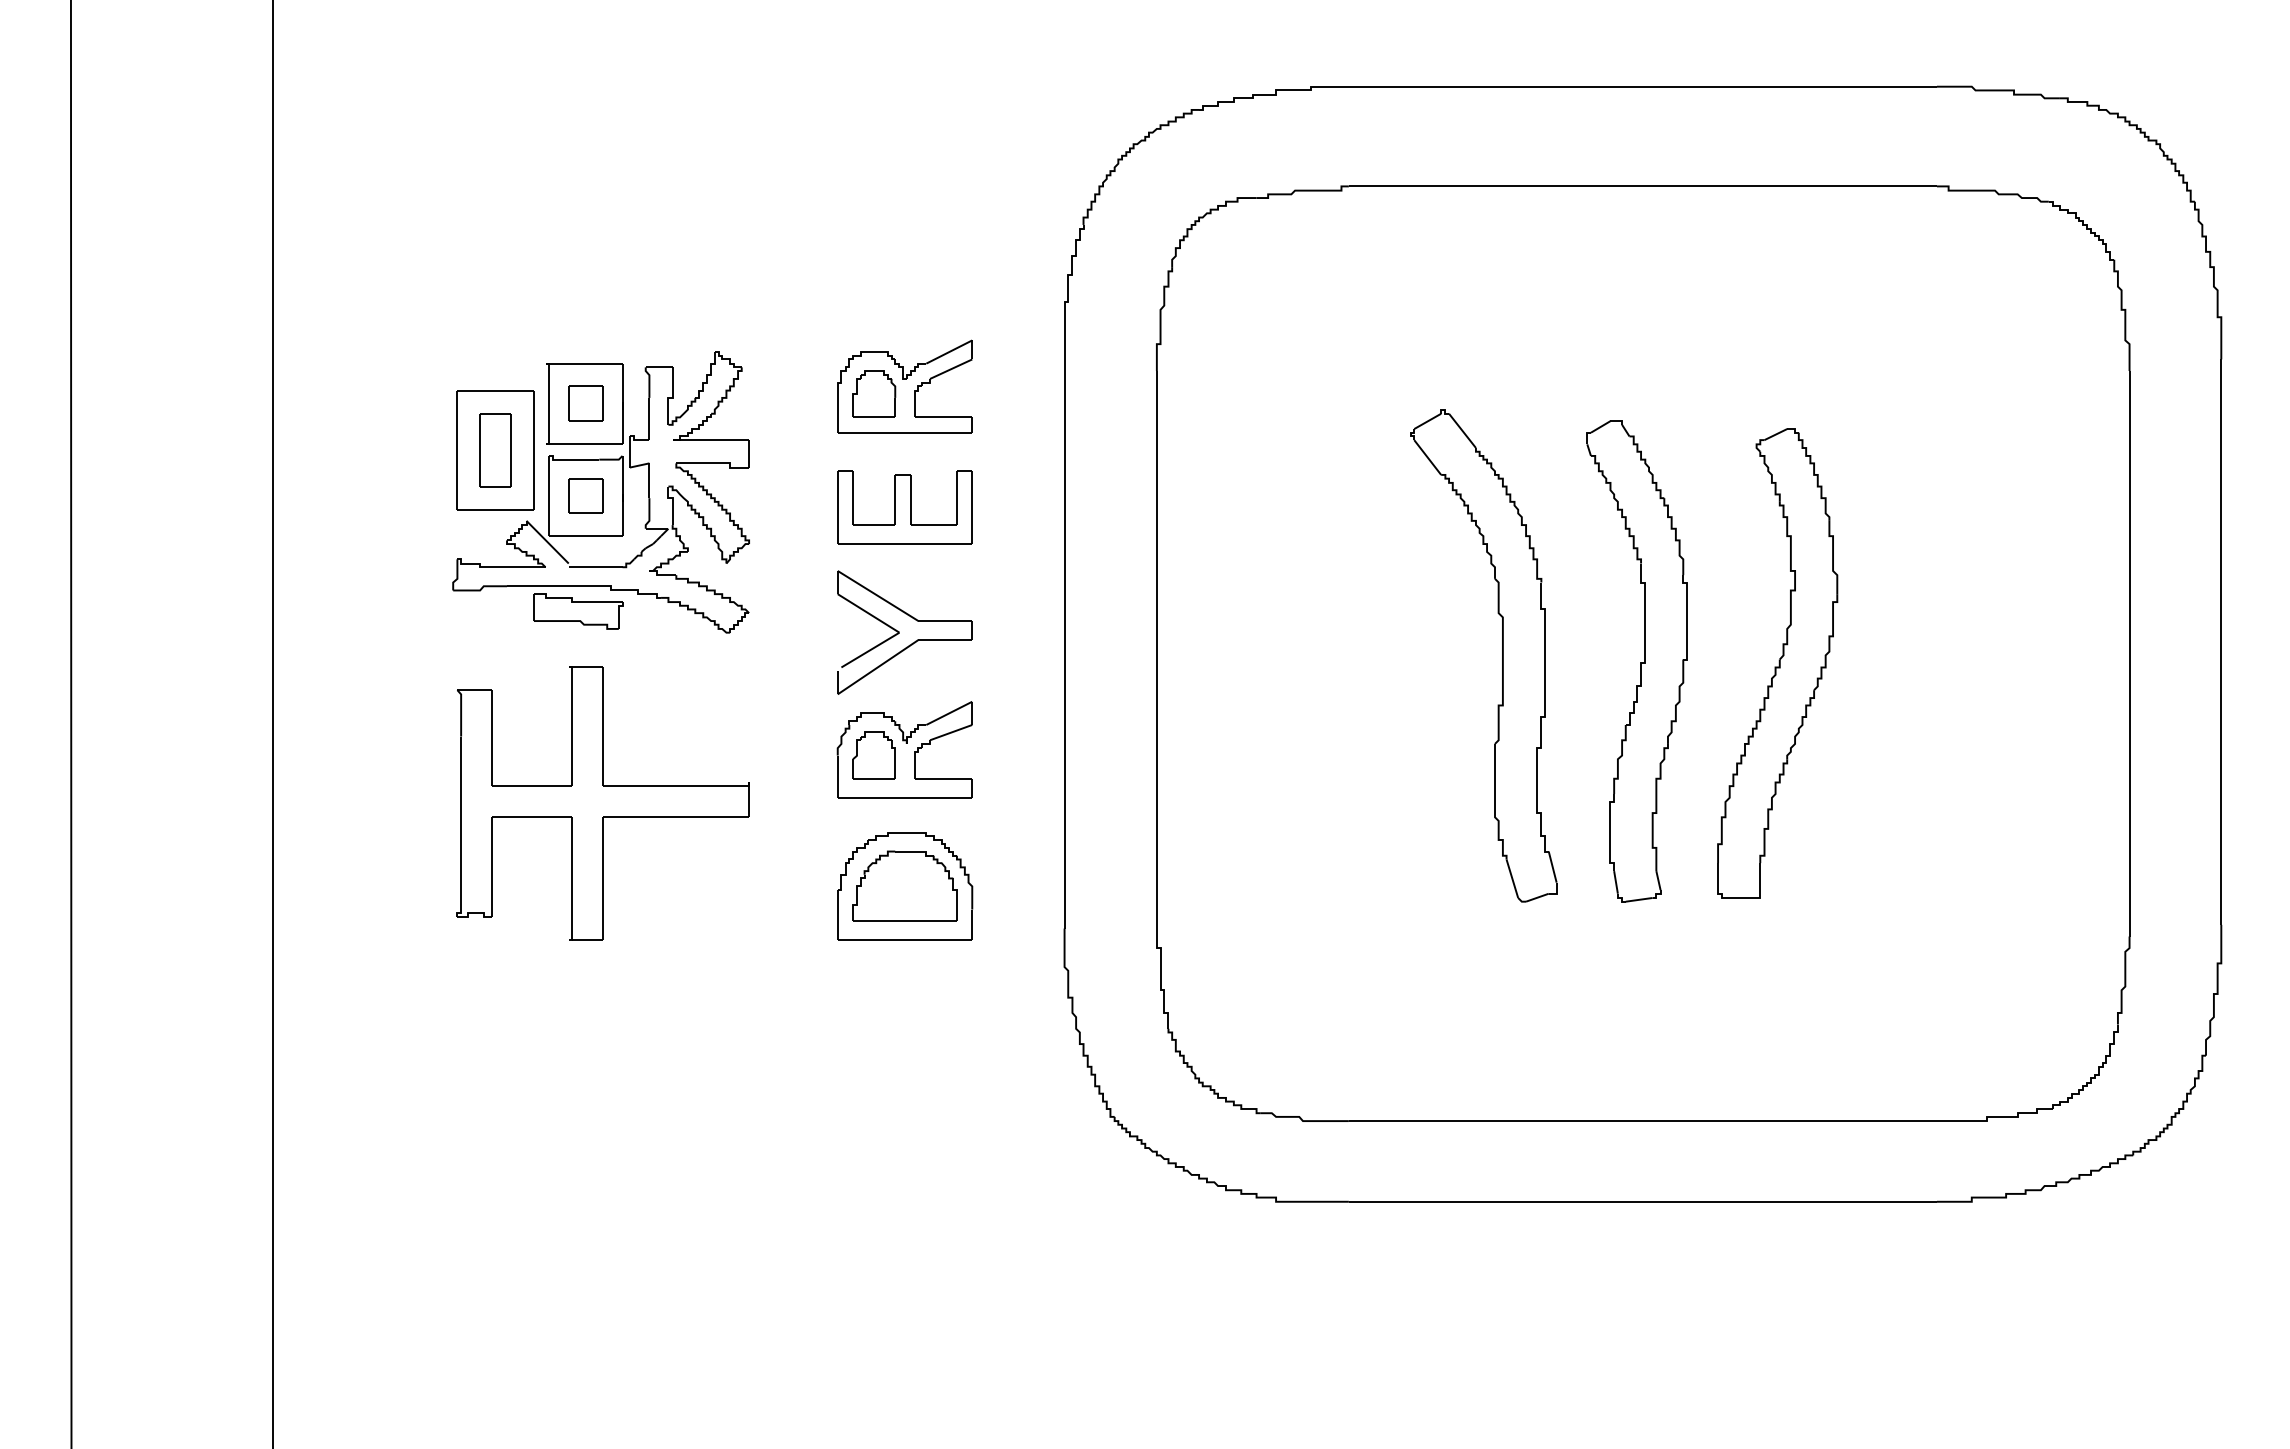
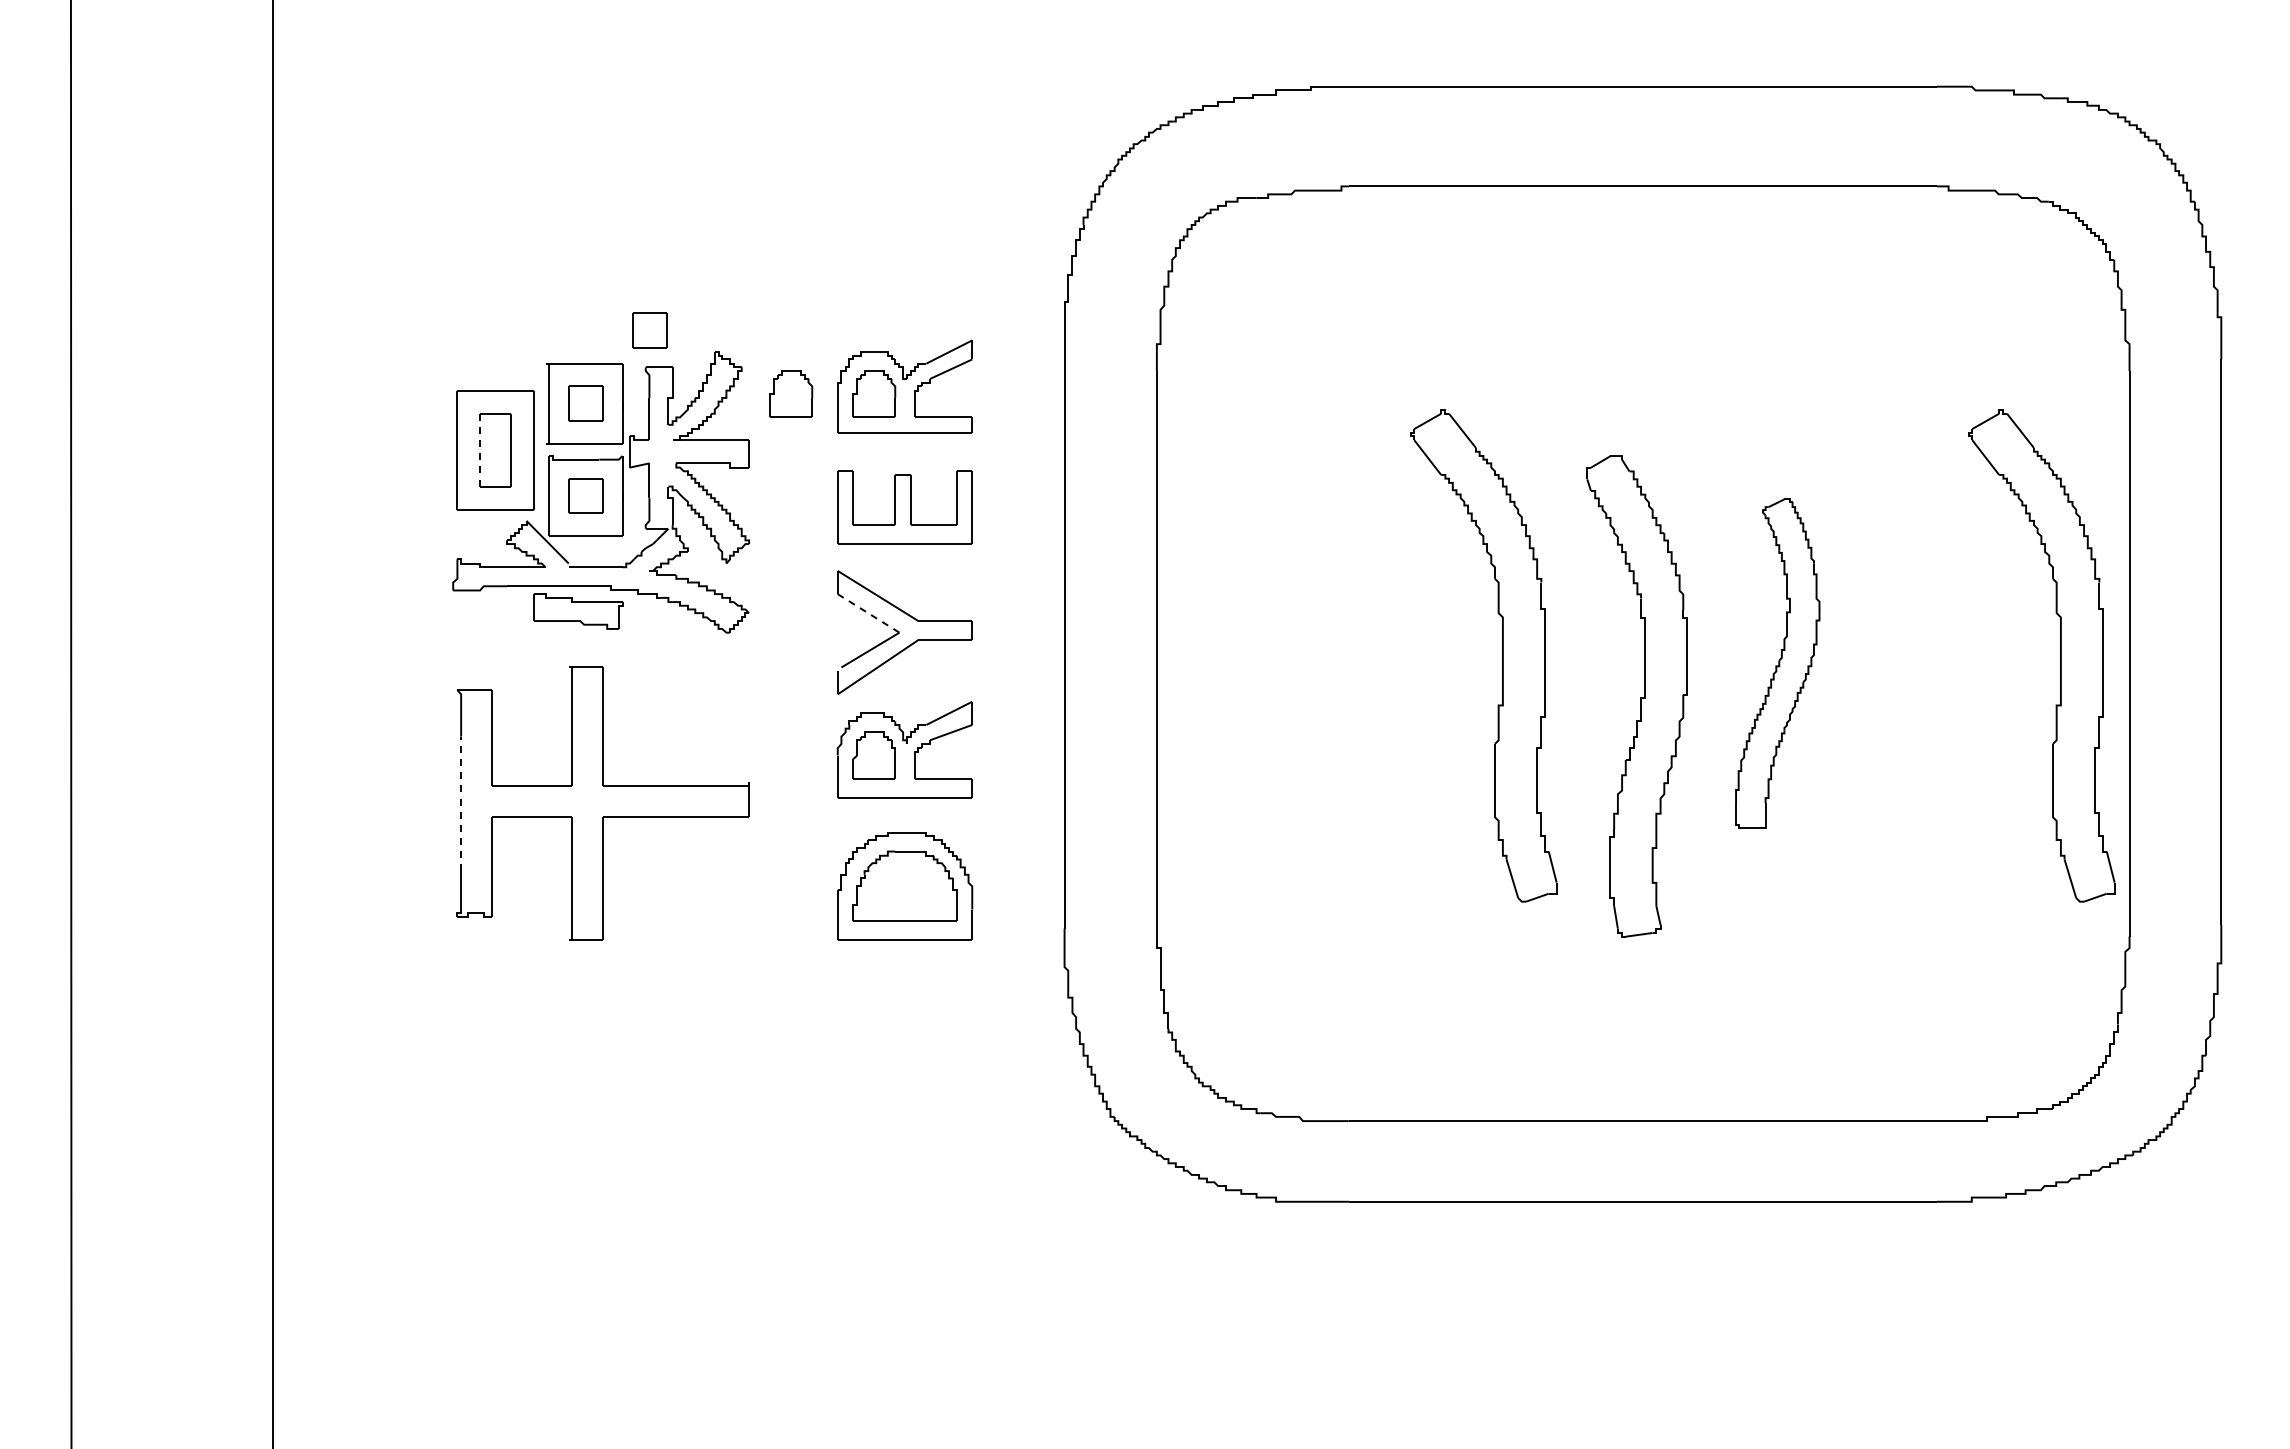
part at (649, 330): none -> present
part at (791, 393): none -> present
line at (480, 449): solid -> dashed
line at (869, 613): solid -> dashed
part at (2060, 655): none -> present
part at (1636, 661) position: (1636, 661) -> (1636, 696)
part at (1777, 663) size: 122x471 px -> 86x331 px
line at (461, 803): solid -> dashed
